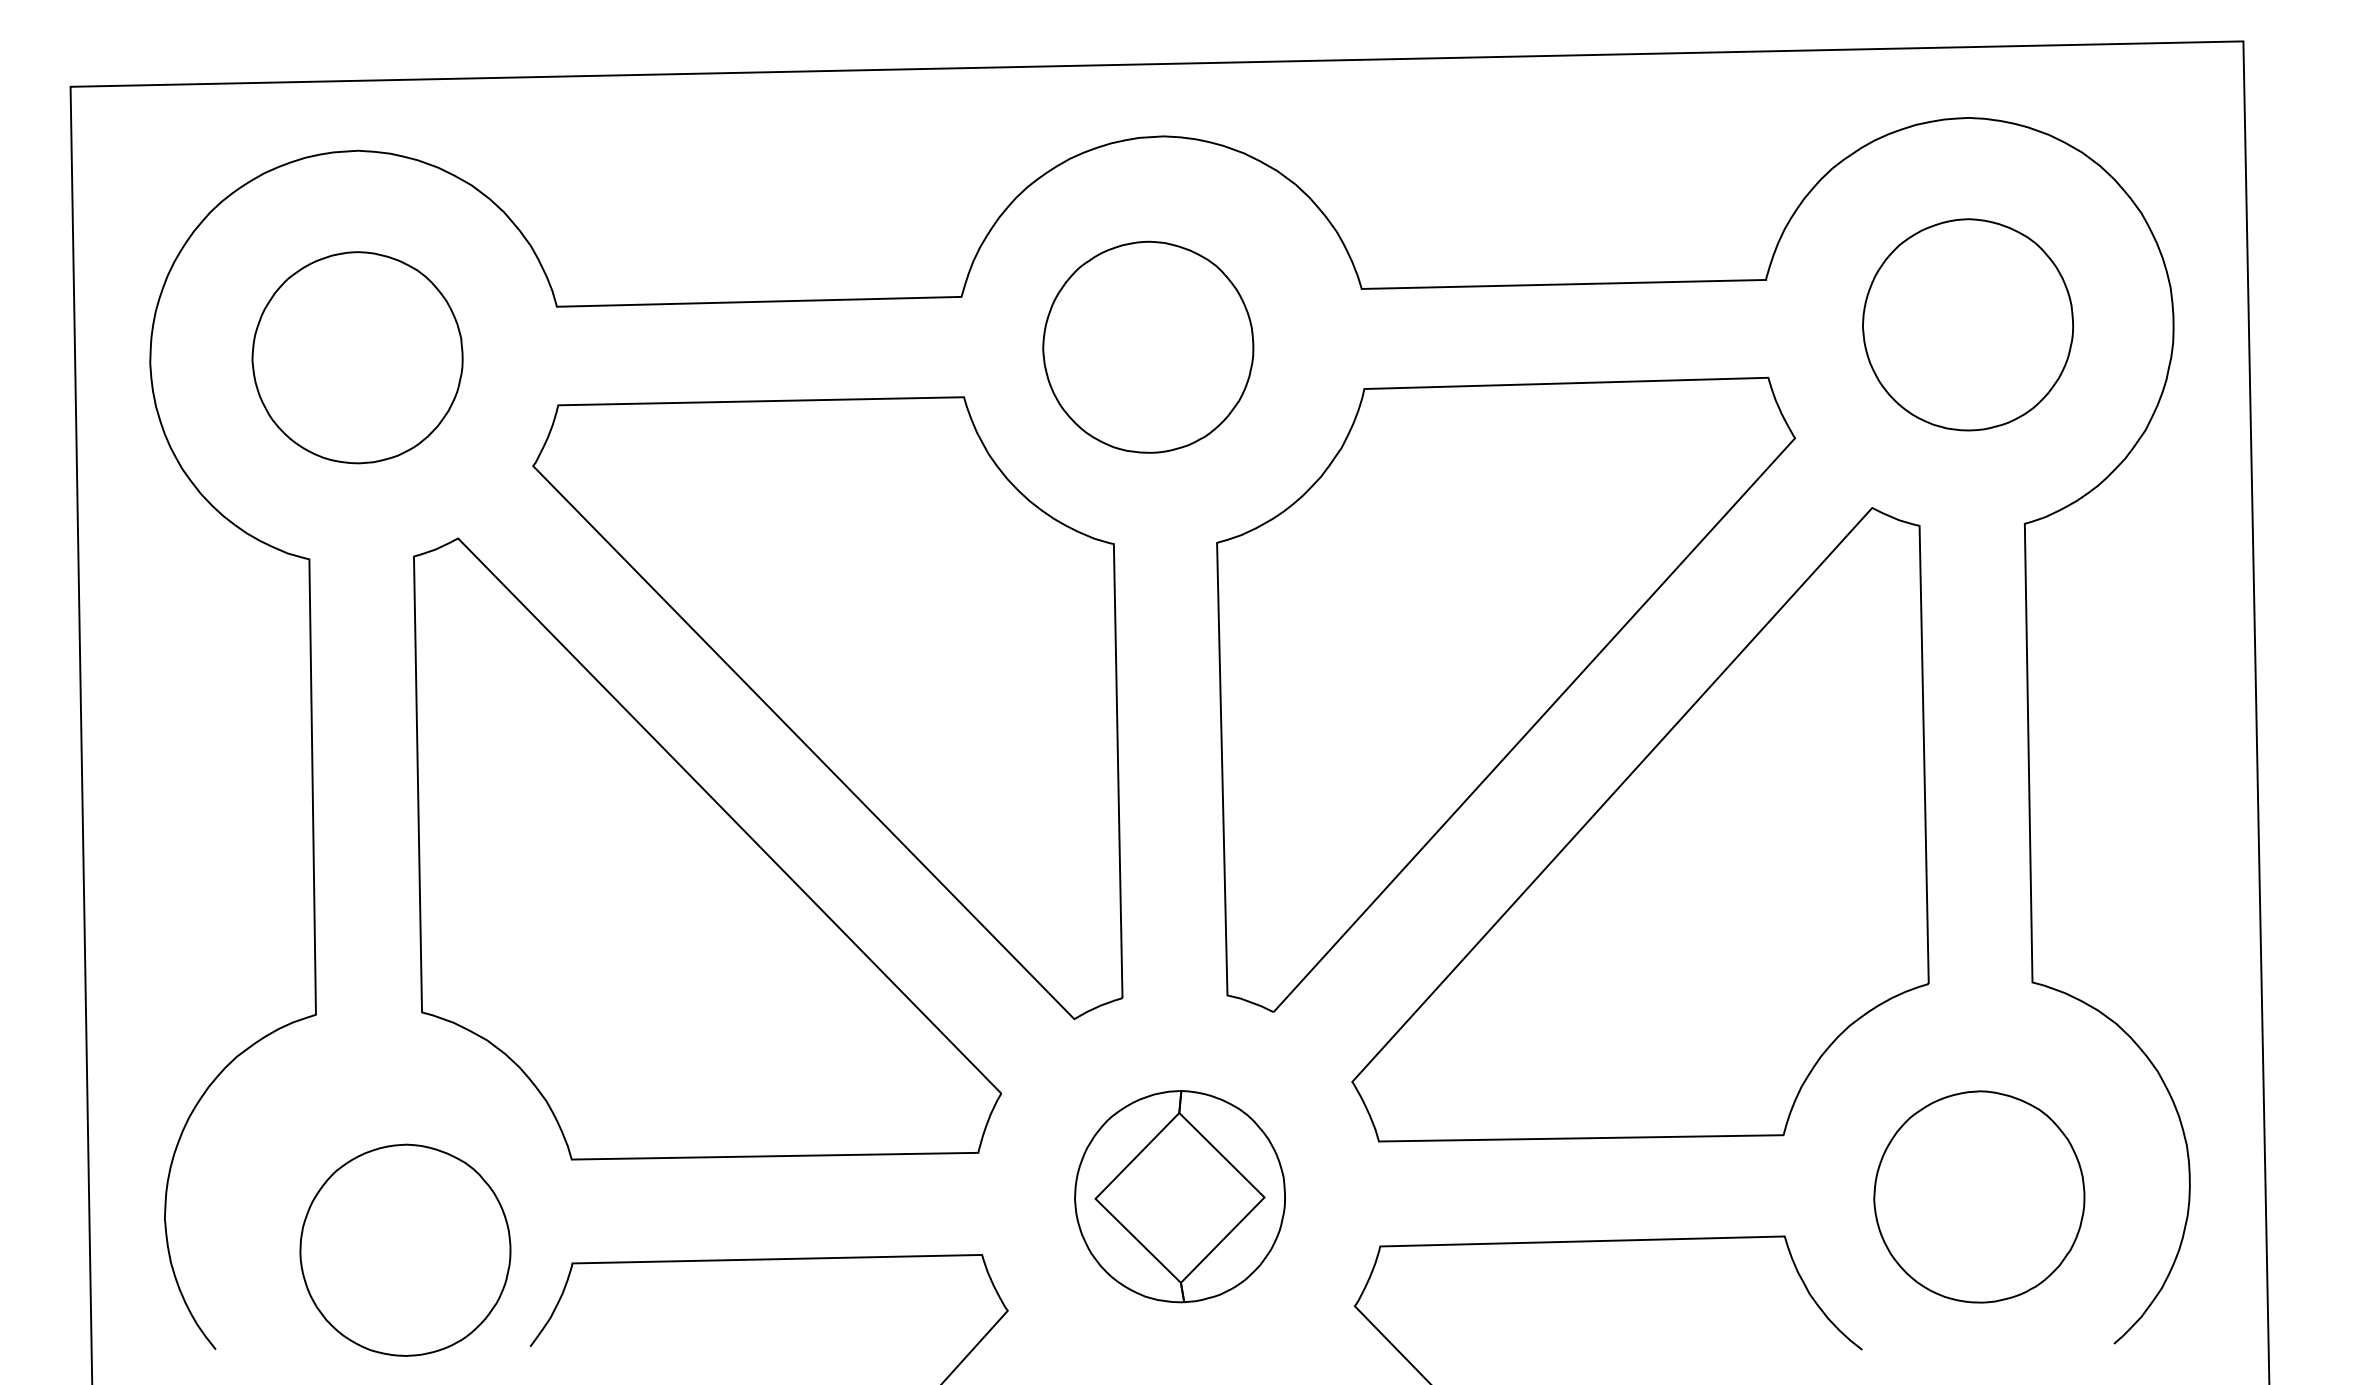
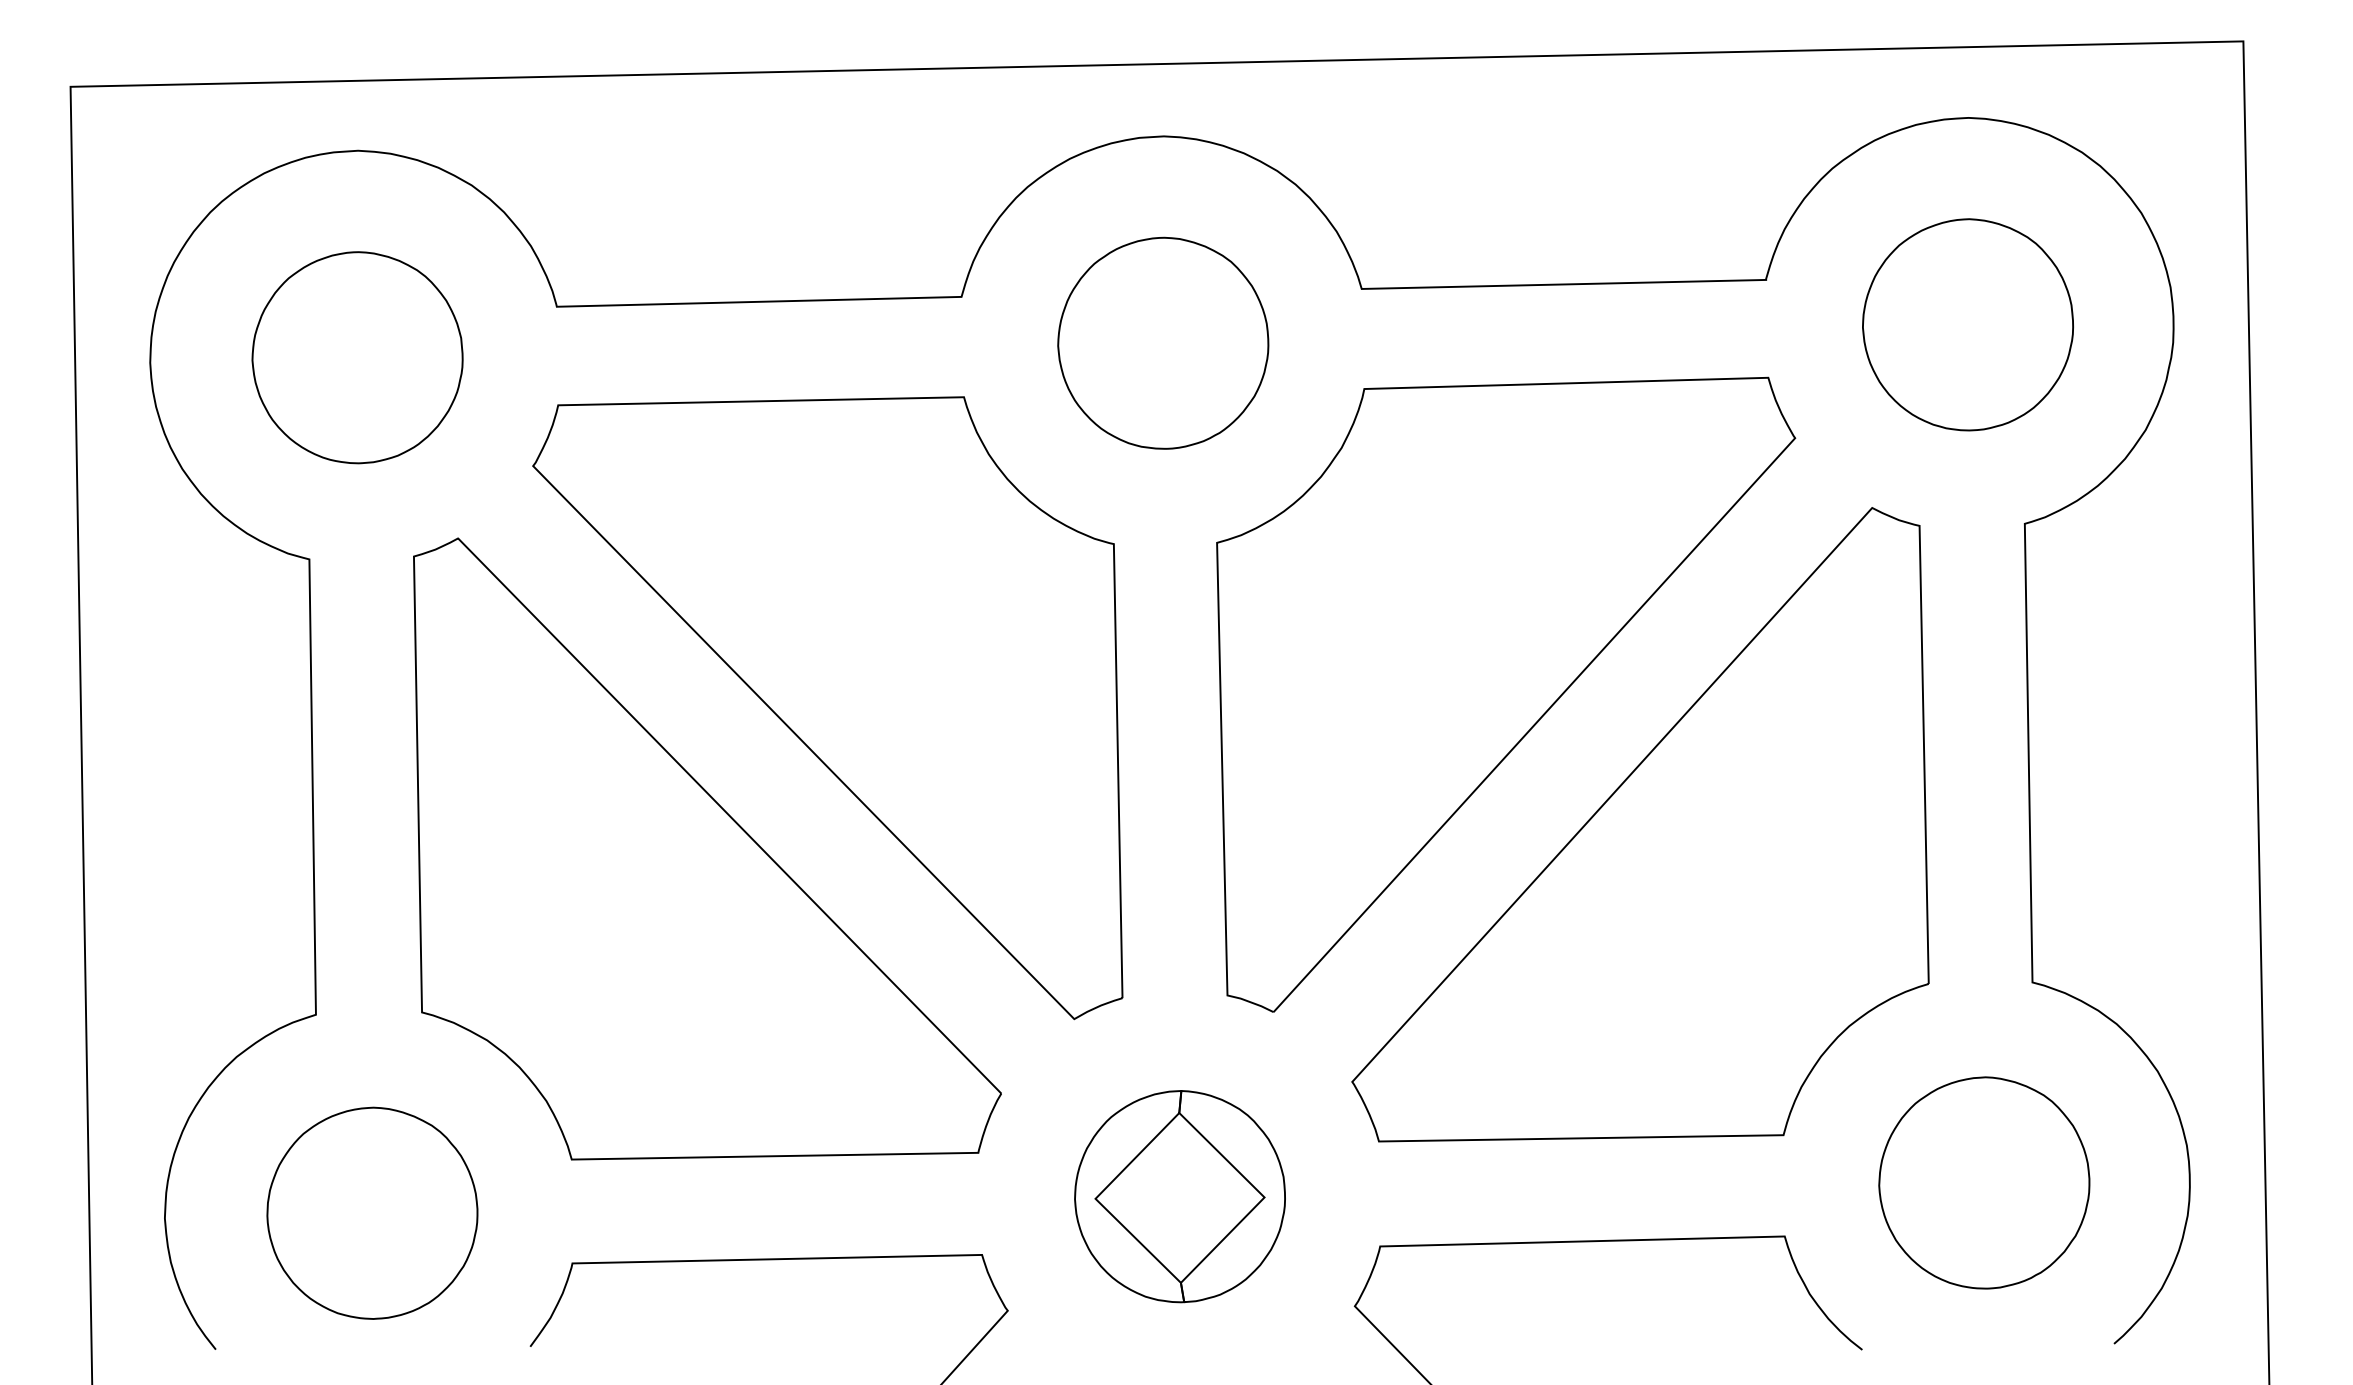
part at (1148, 346) position: (1148, 346) -> (1163, 342)
part at (1979, 1196) position: (1979, 1196) -> (1984, 1182)
part at (405, 1249) position: (405, 1249) -> (372, 1212)
